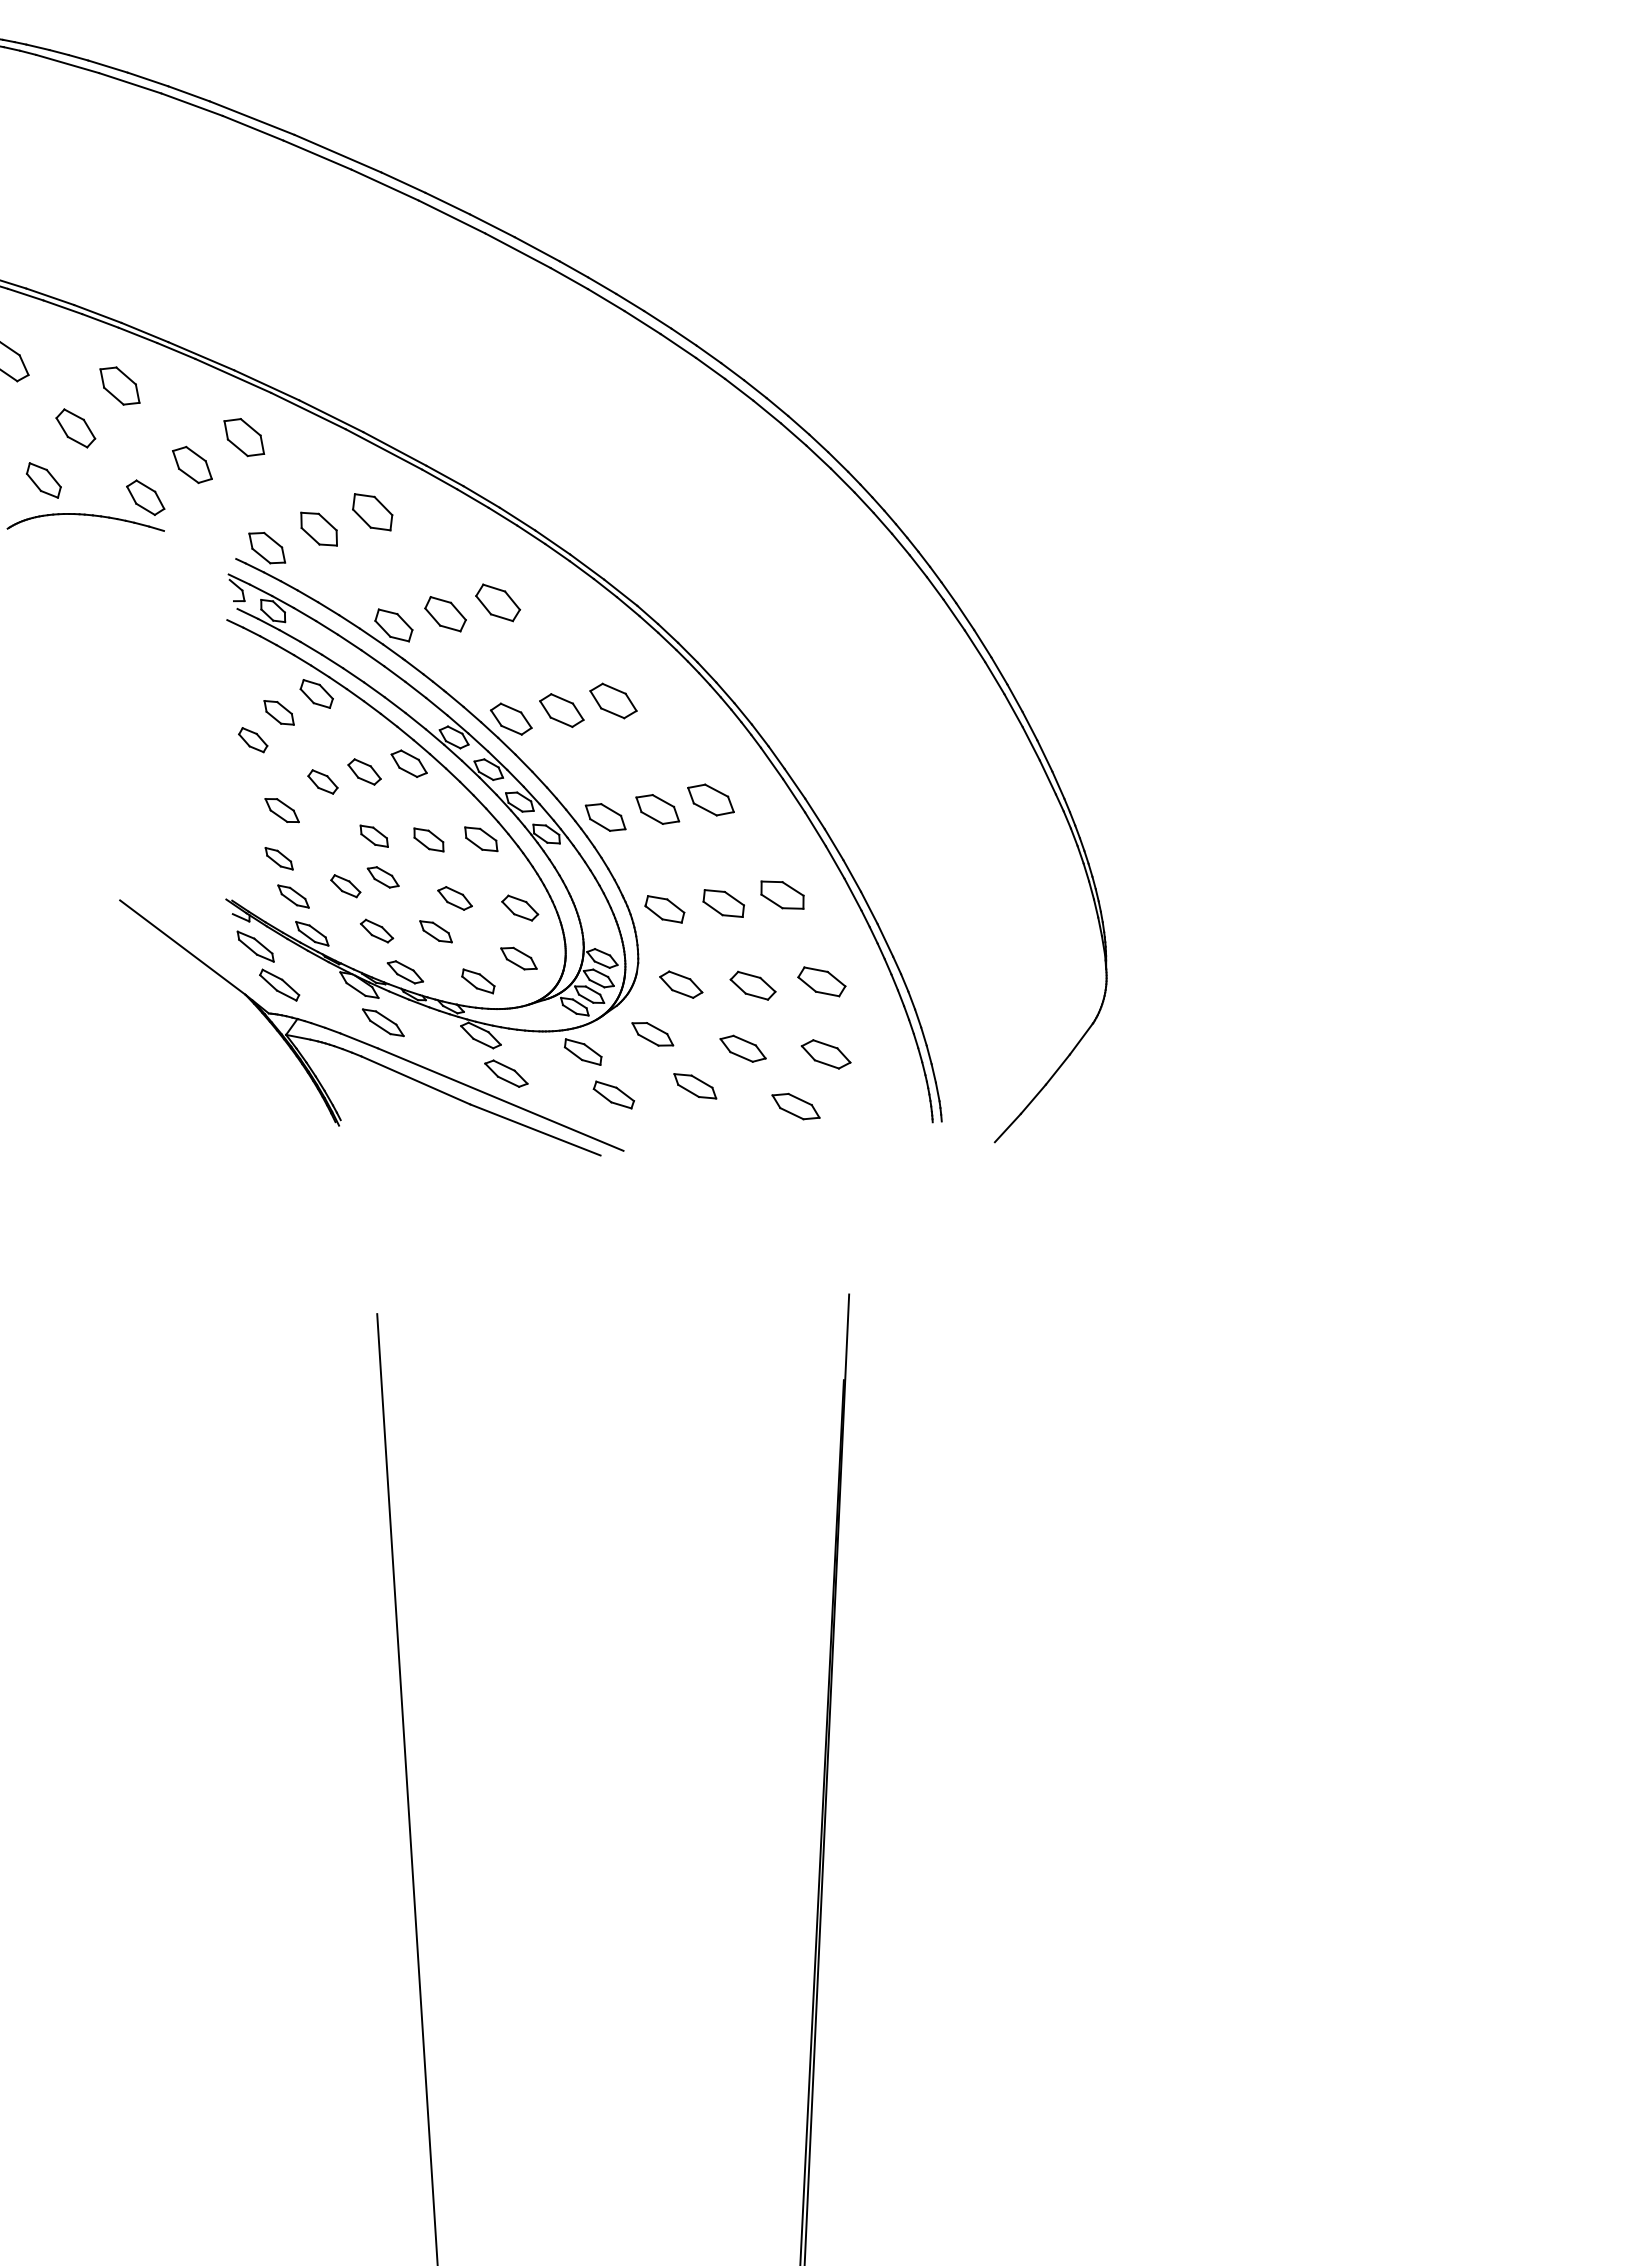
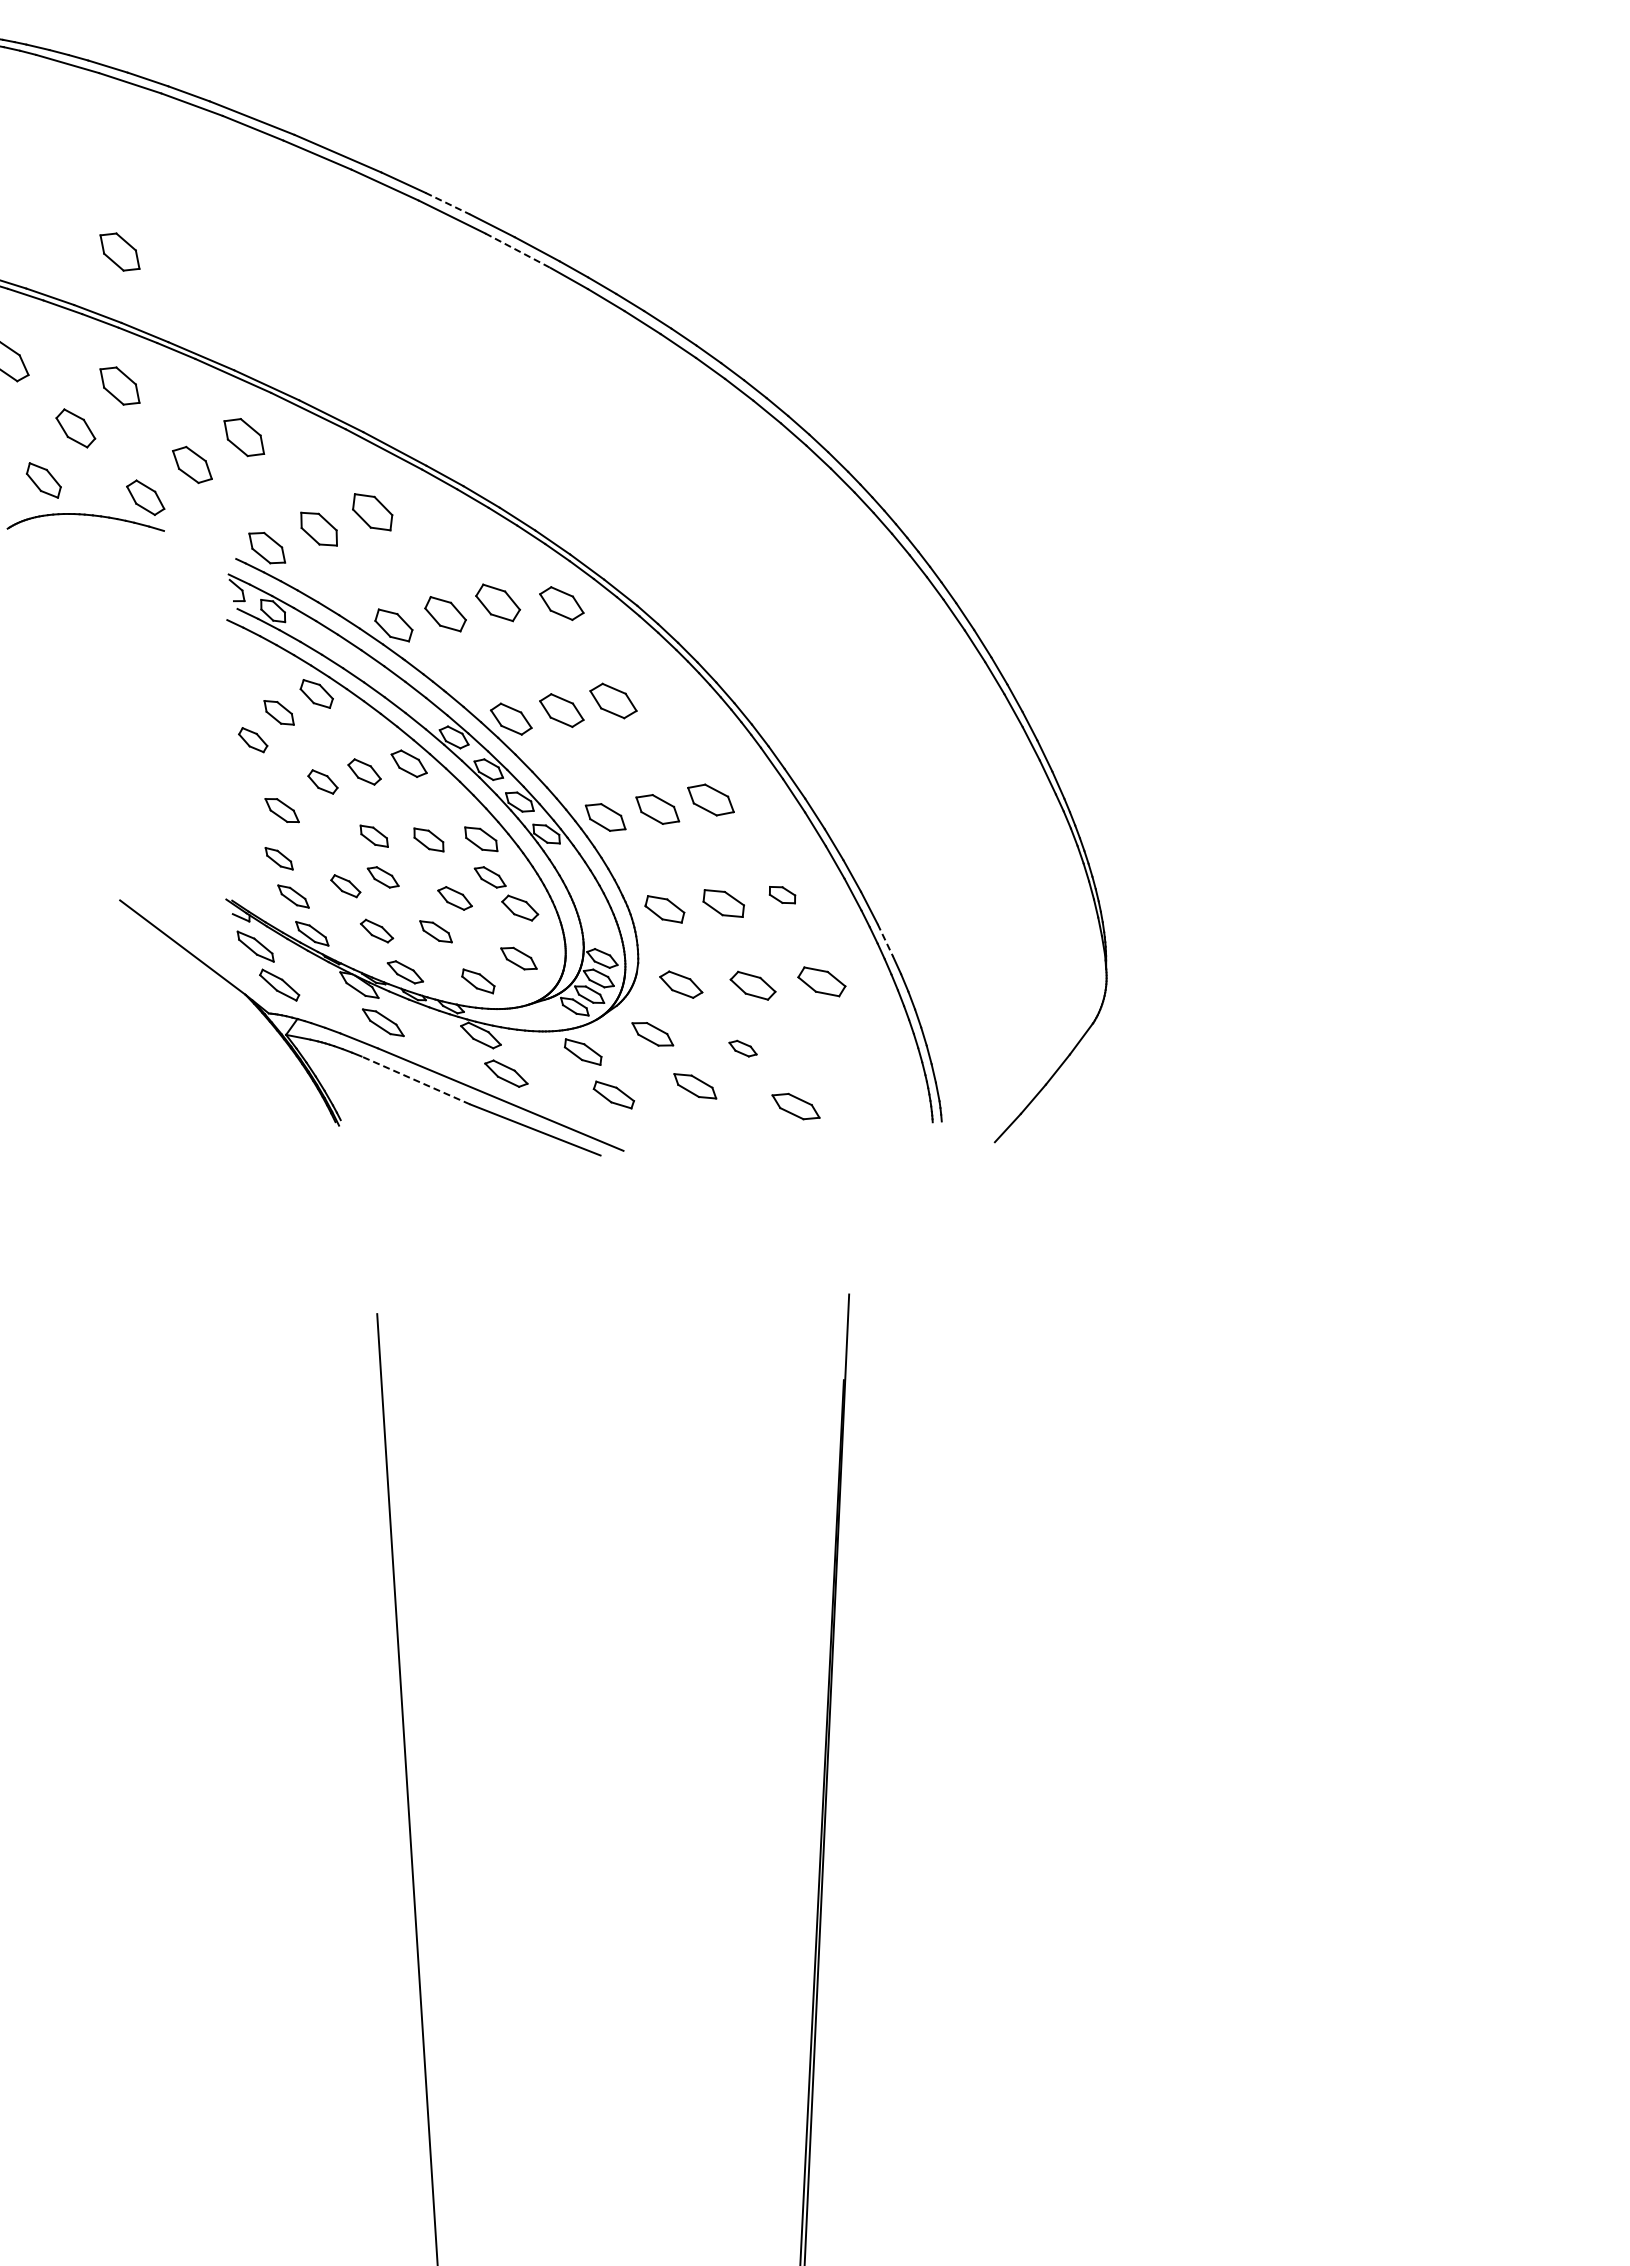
line at (447, 203): solid -> dashed
line at (518, 250): solid -> dashed
part at (119, 251): none -> present
part at (561, 603): none -> present
part at (489, 877): none -> present
part at (782, 894) size: 45x30 px -> 29x19 px
line at (885, 940): solid -> dashed
part at (742, 1048) size: 48x29 px -> 30x19 px
part at (825, 1054): present -> none
line at (415, 1080): solid -> dashed
